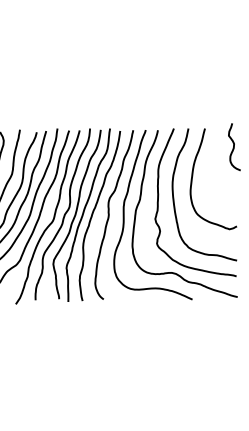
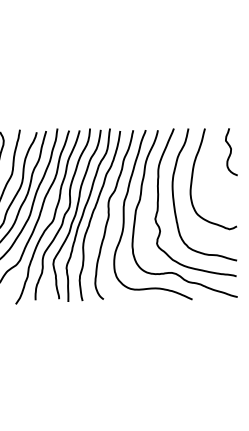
curve at (234, 147) position: (234, 147) -> (231, 152)
